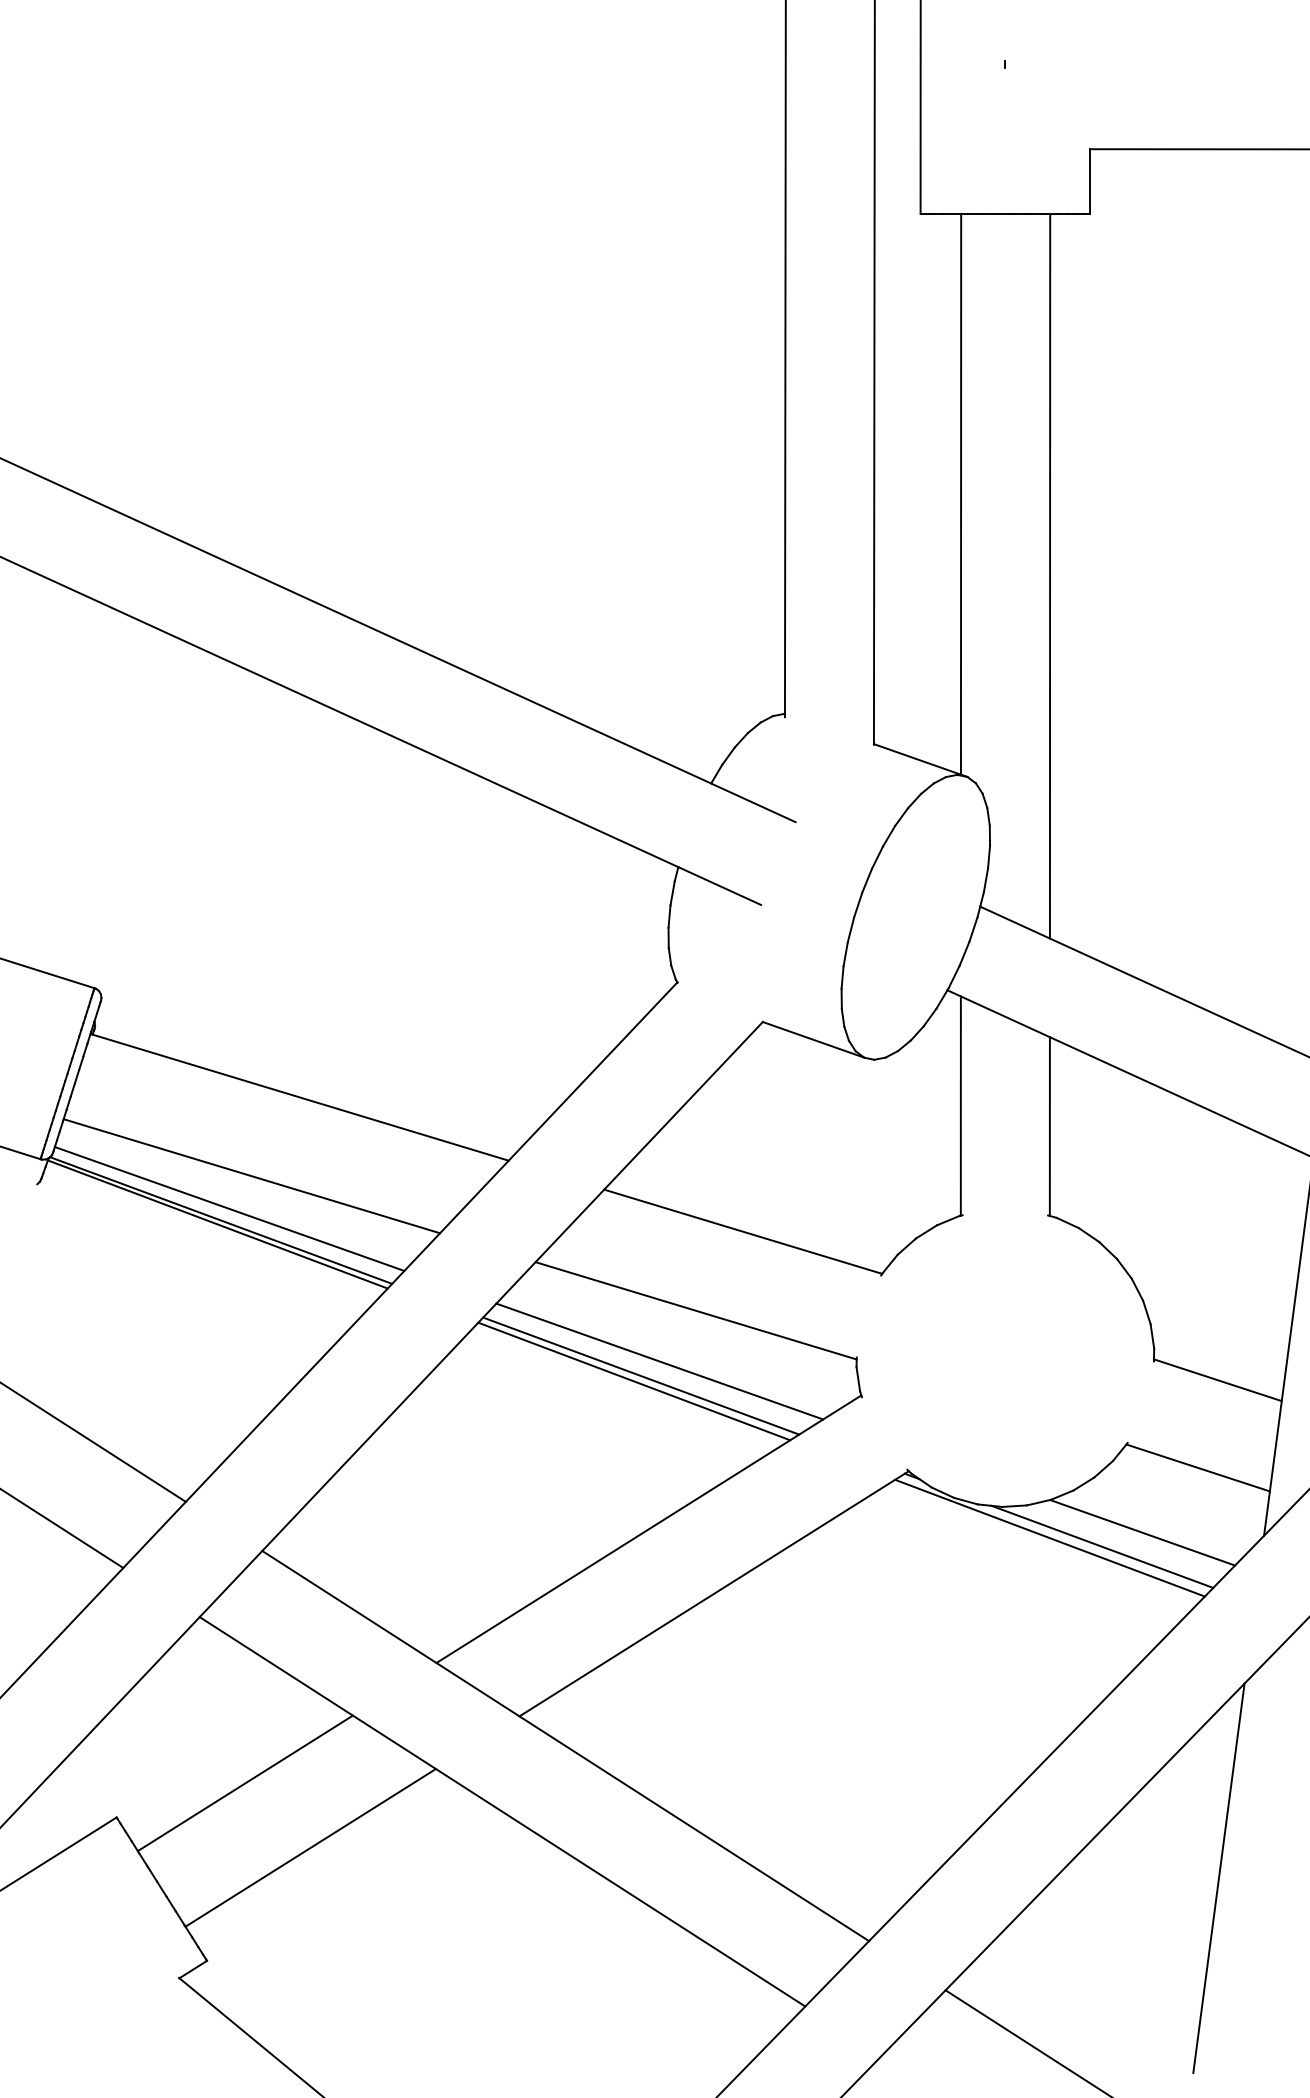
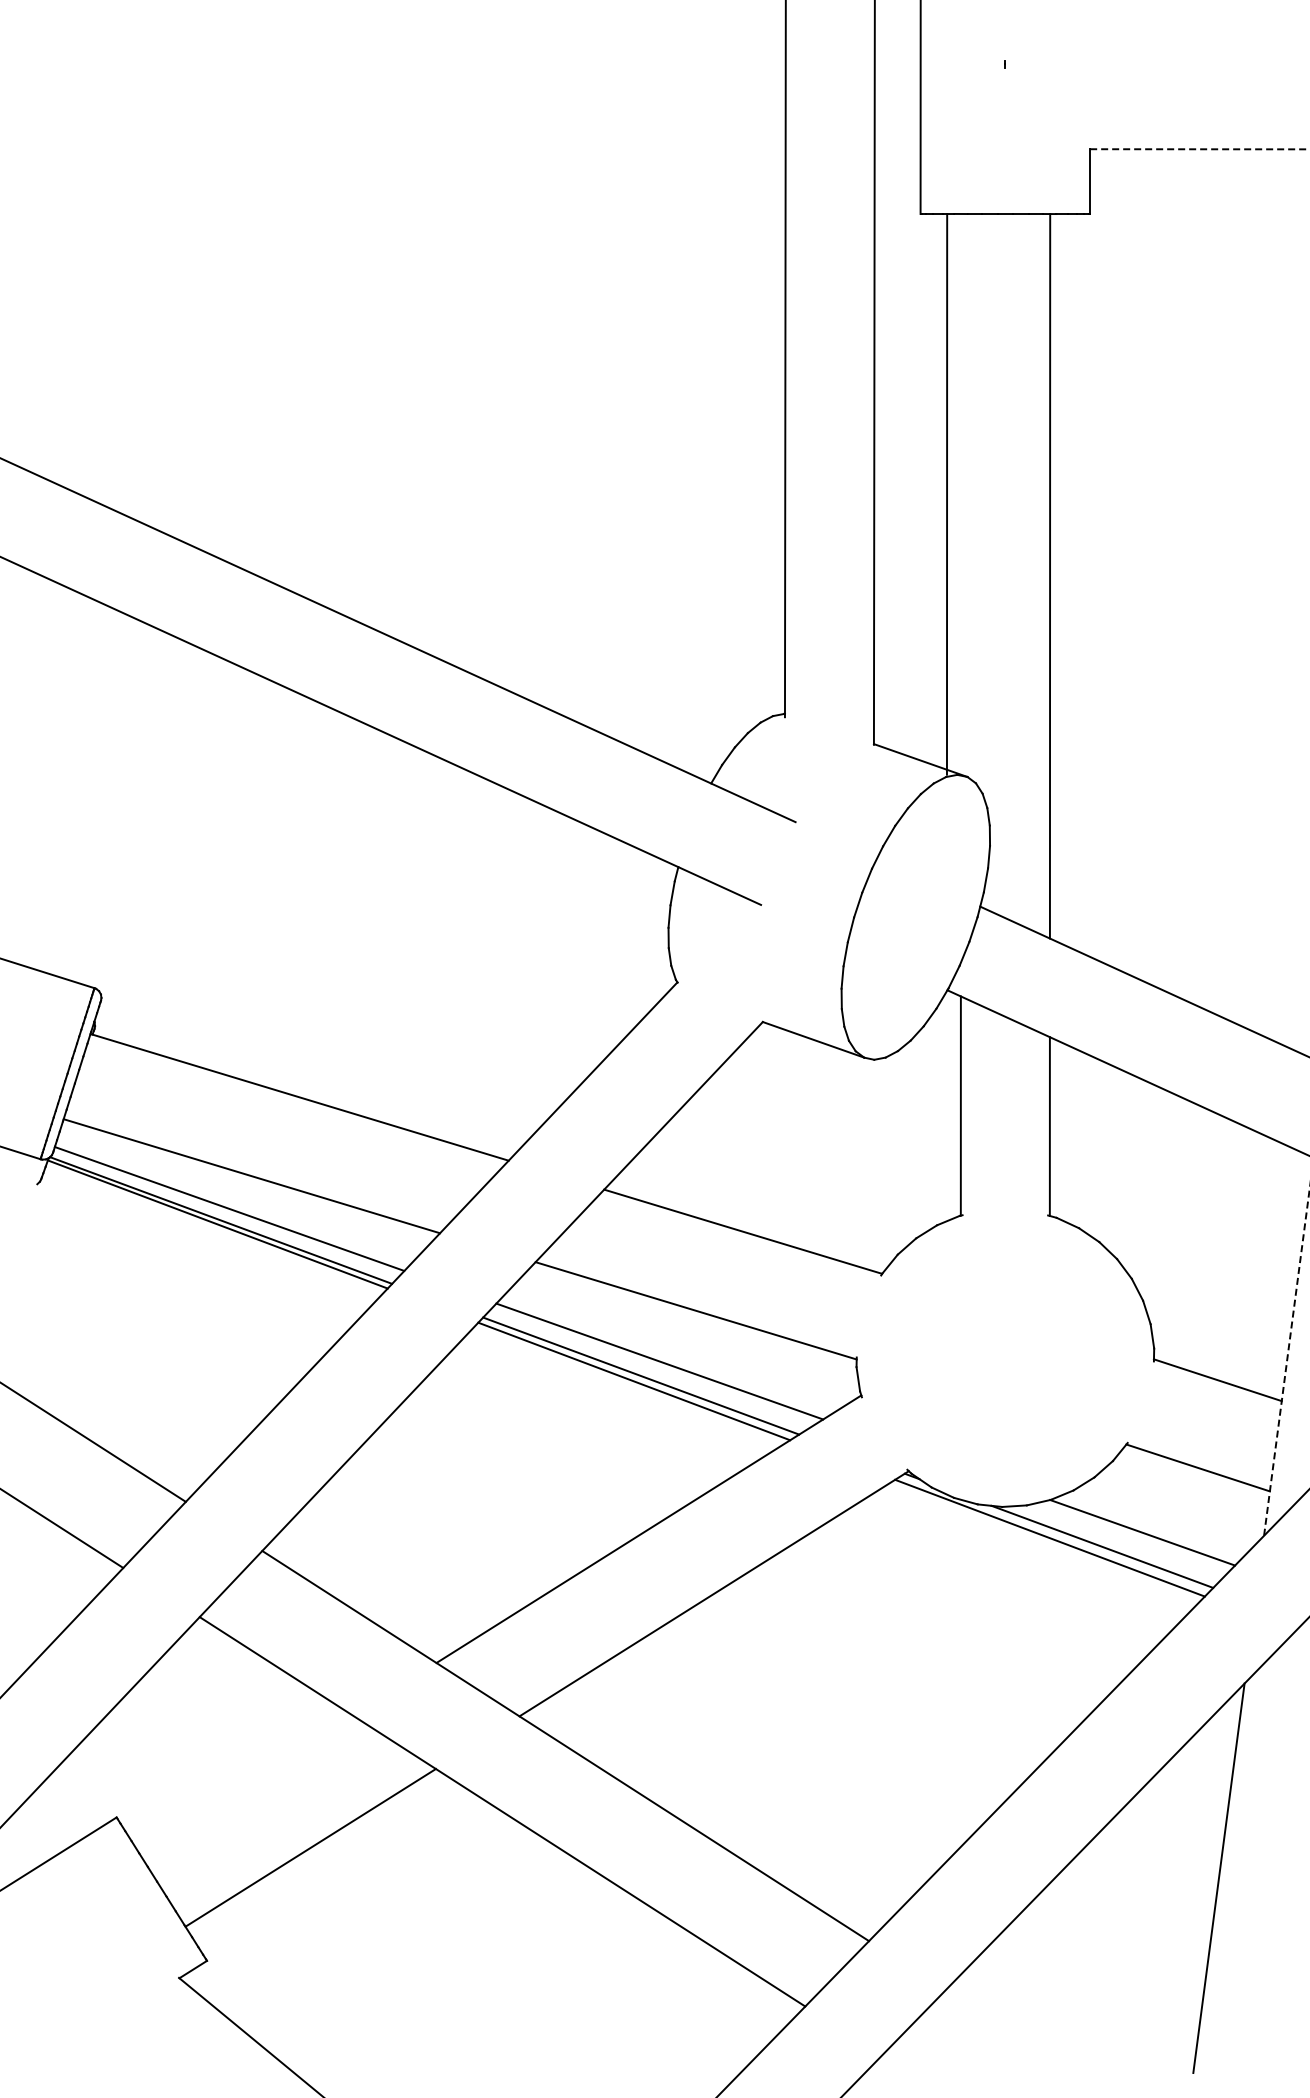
line at (1199, 149): solid -> dashed
line at (960, 494) position: (960, 494) -> (946, 494)
line at (1286, 1361): solid -> dashed
line at (244, 1783): present -> none
line at (1026, 2042): present -> none
